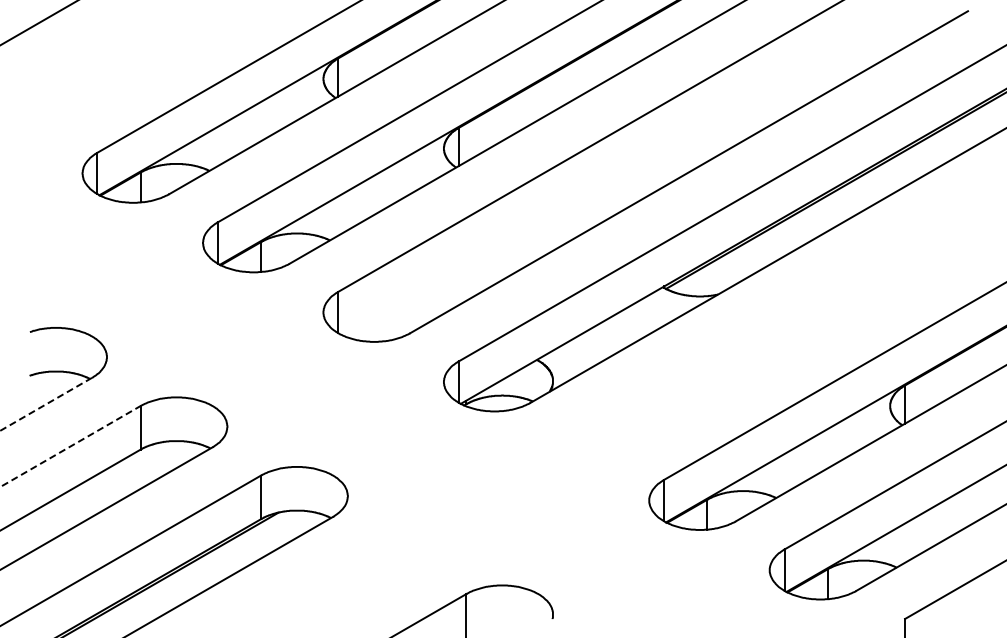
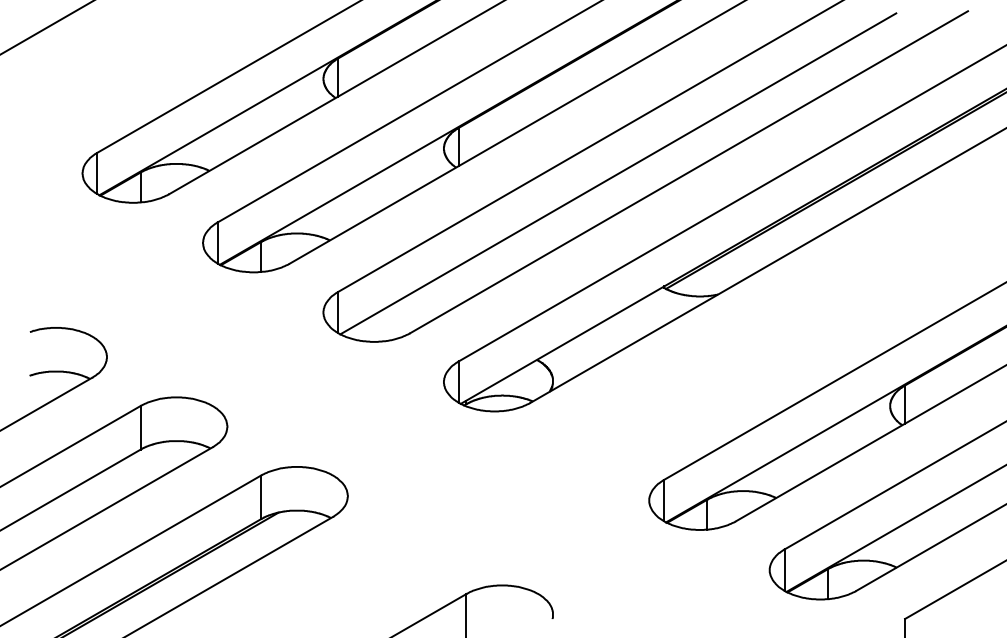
line at (38, 23) position: (38, 23) -> (46, 27)
line at (618, 173): none -> present
line at (46, 404): dashed -> solid
line at (70, 446): dashed -> solid
